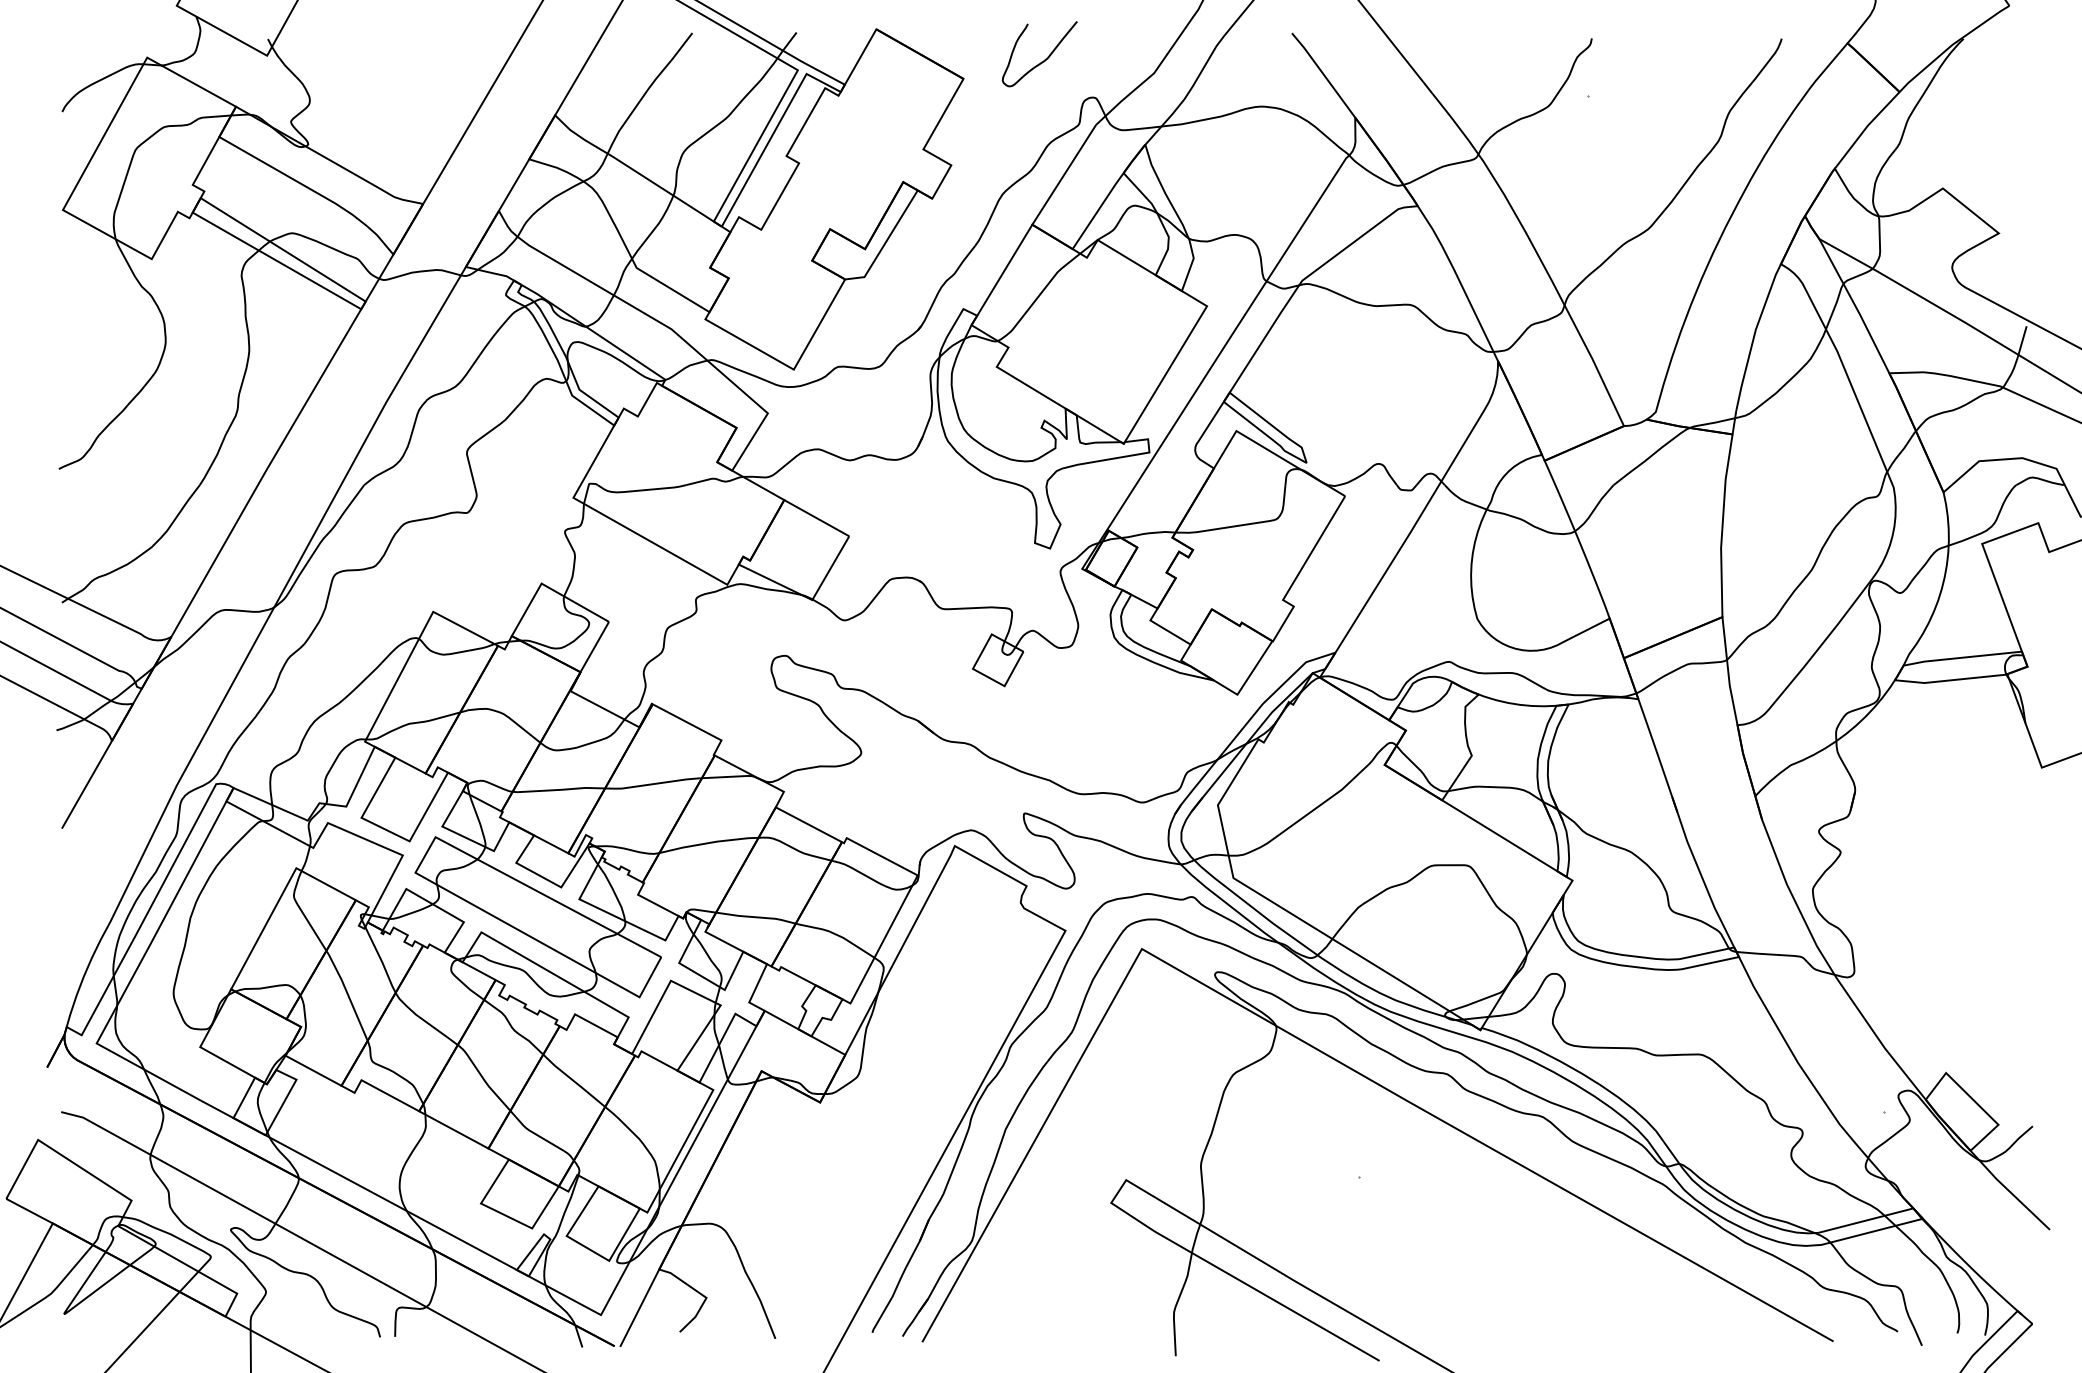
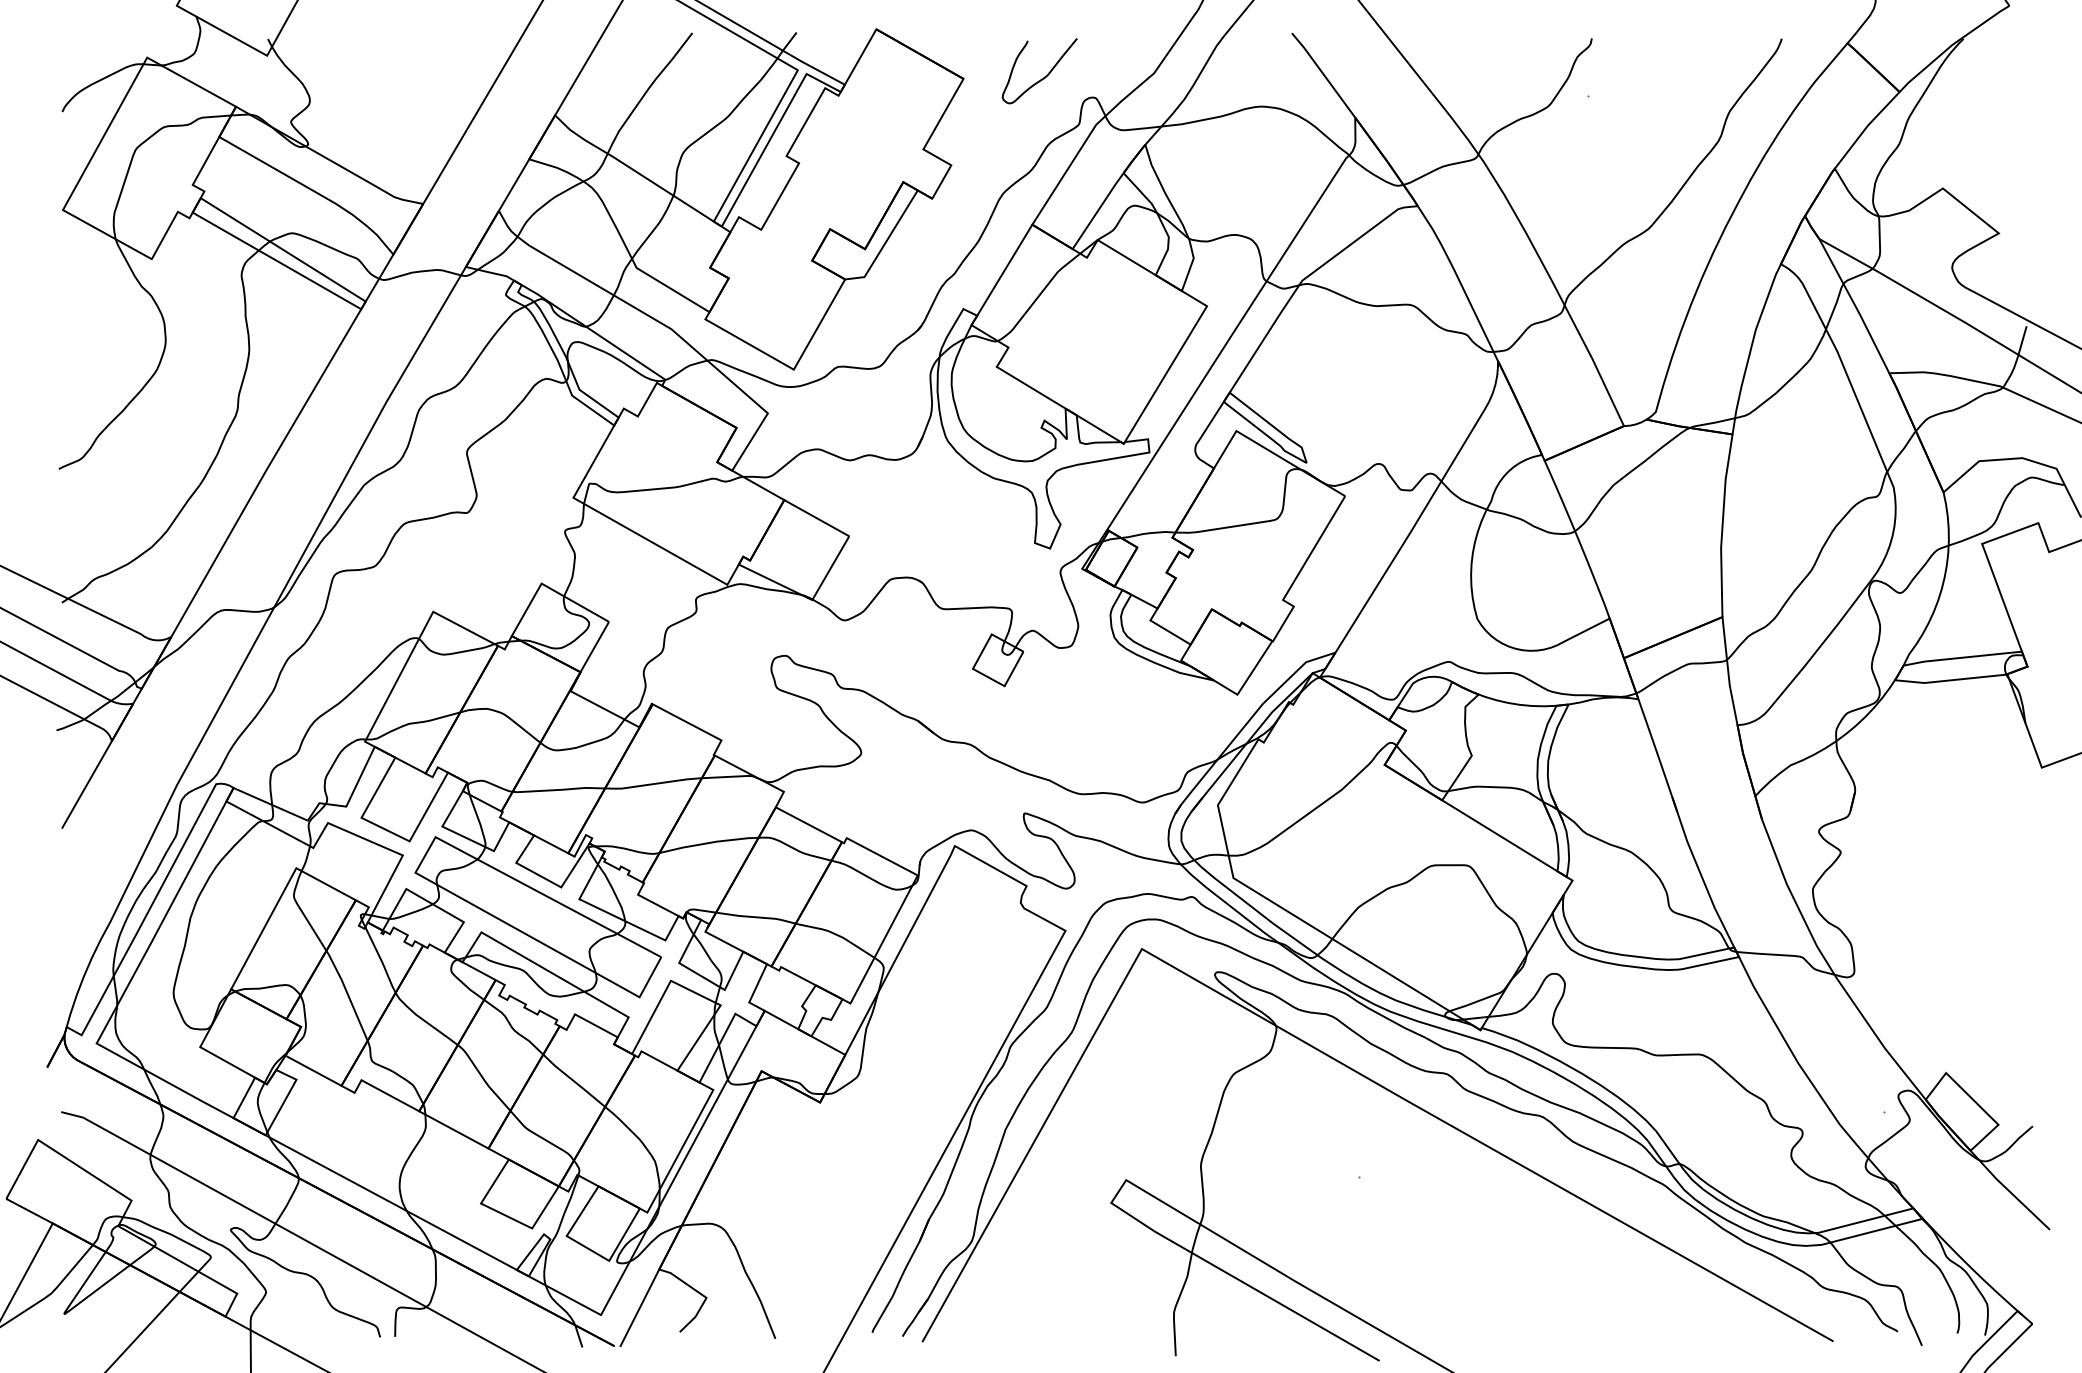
curve at (1044, 59) position: (1044, 59) -> (1044, 76)
